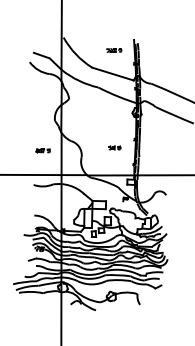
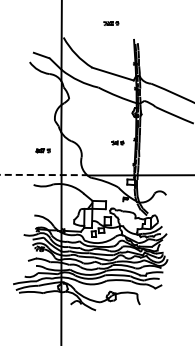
part at (114, 50) position: (114, 50) -> (111, 23)
part at (114, 147) position: (114, 147) -> (117, 142)
line at (44, 175): solid -> dashed
